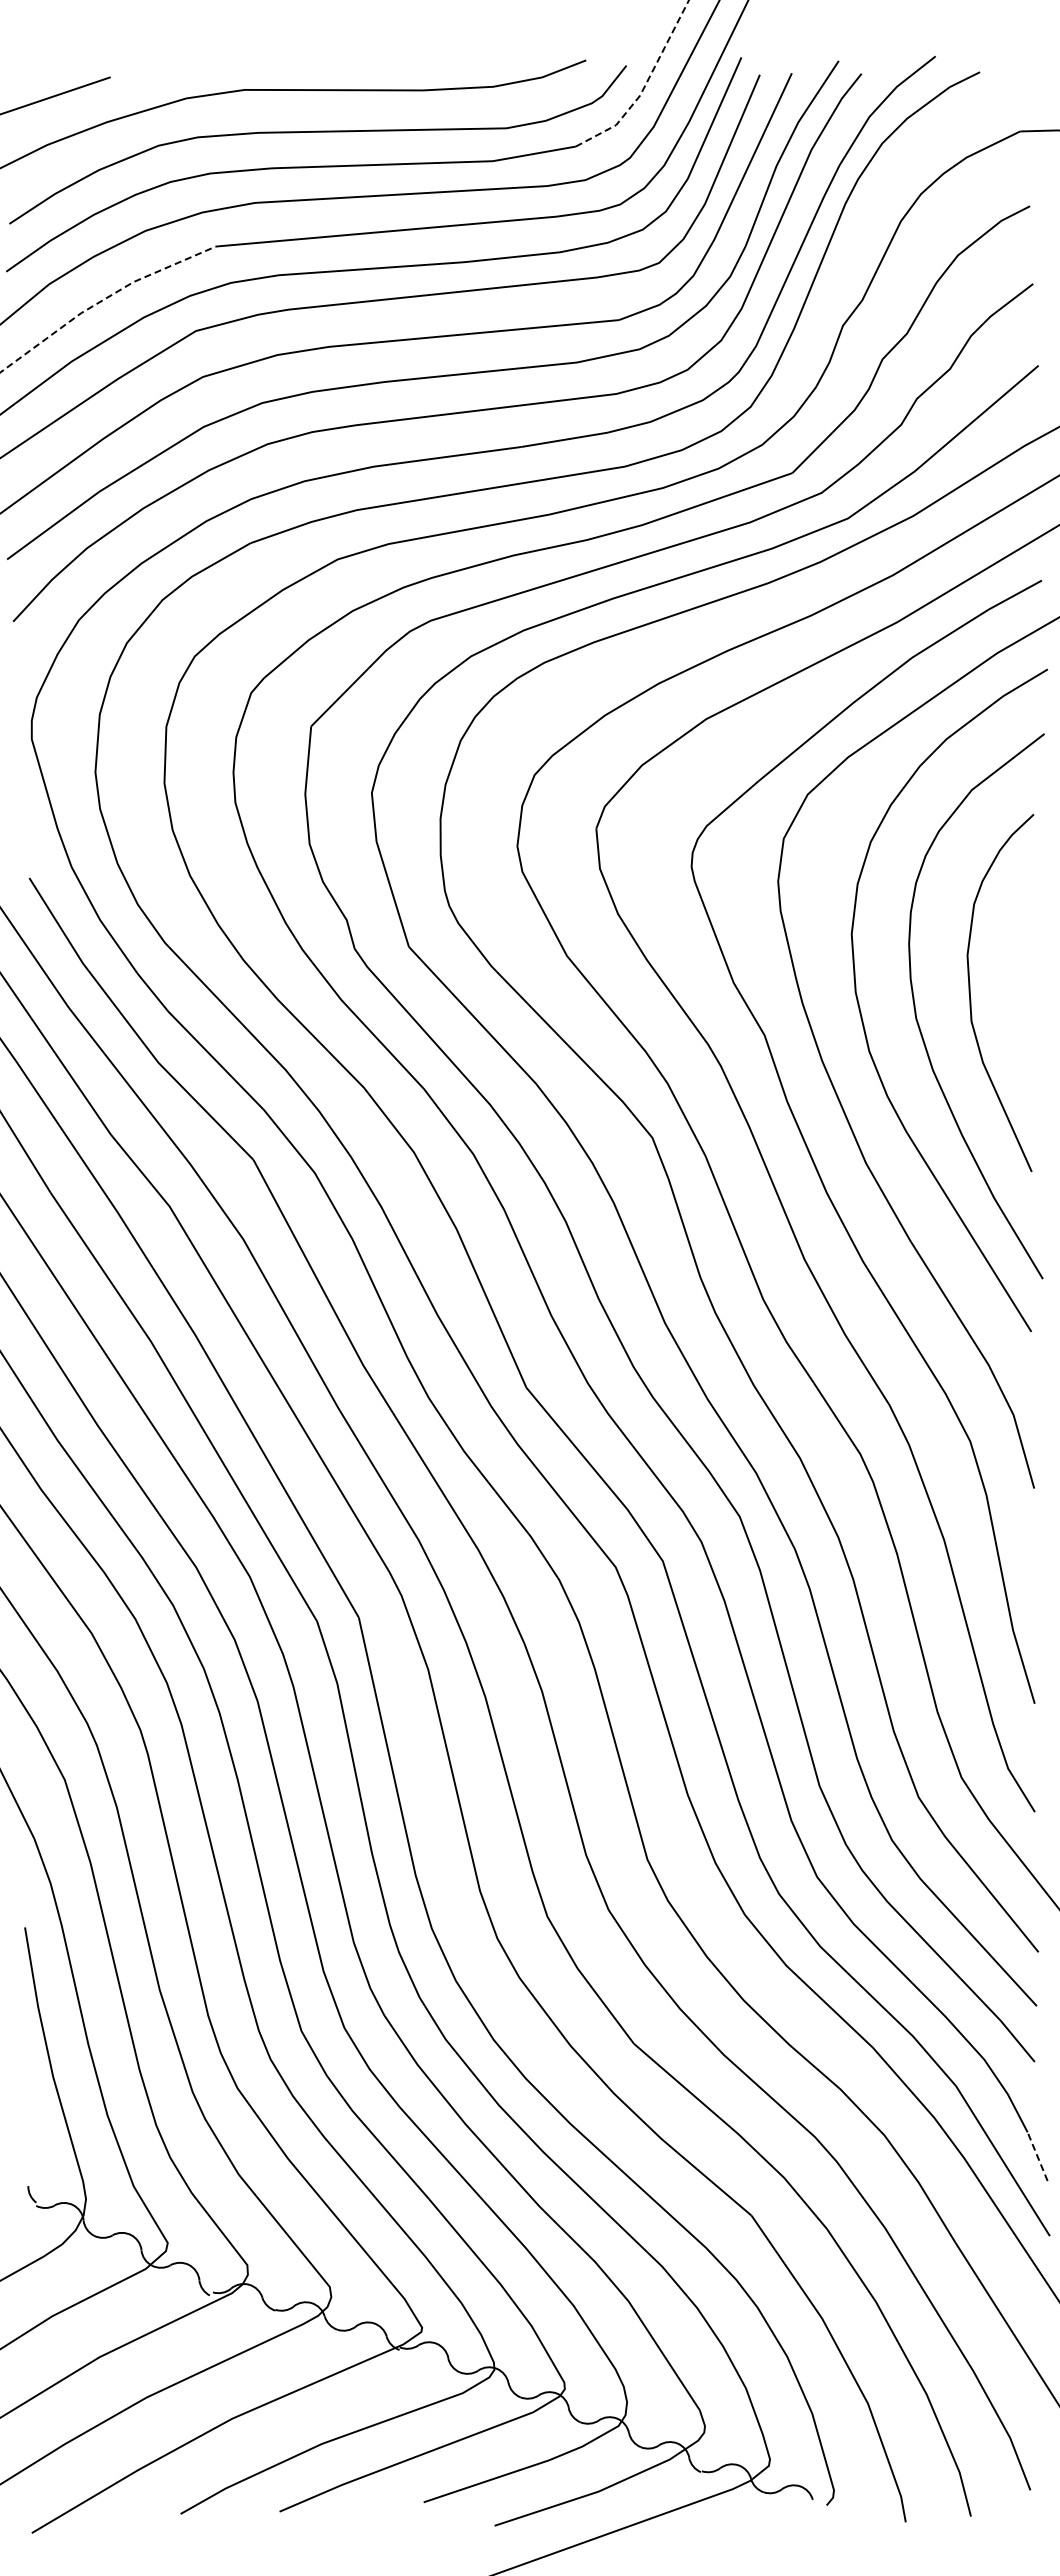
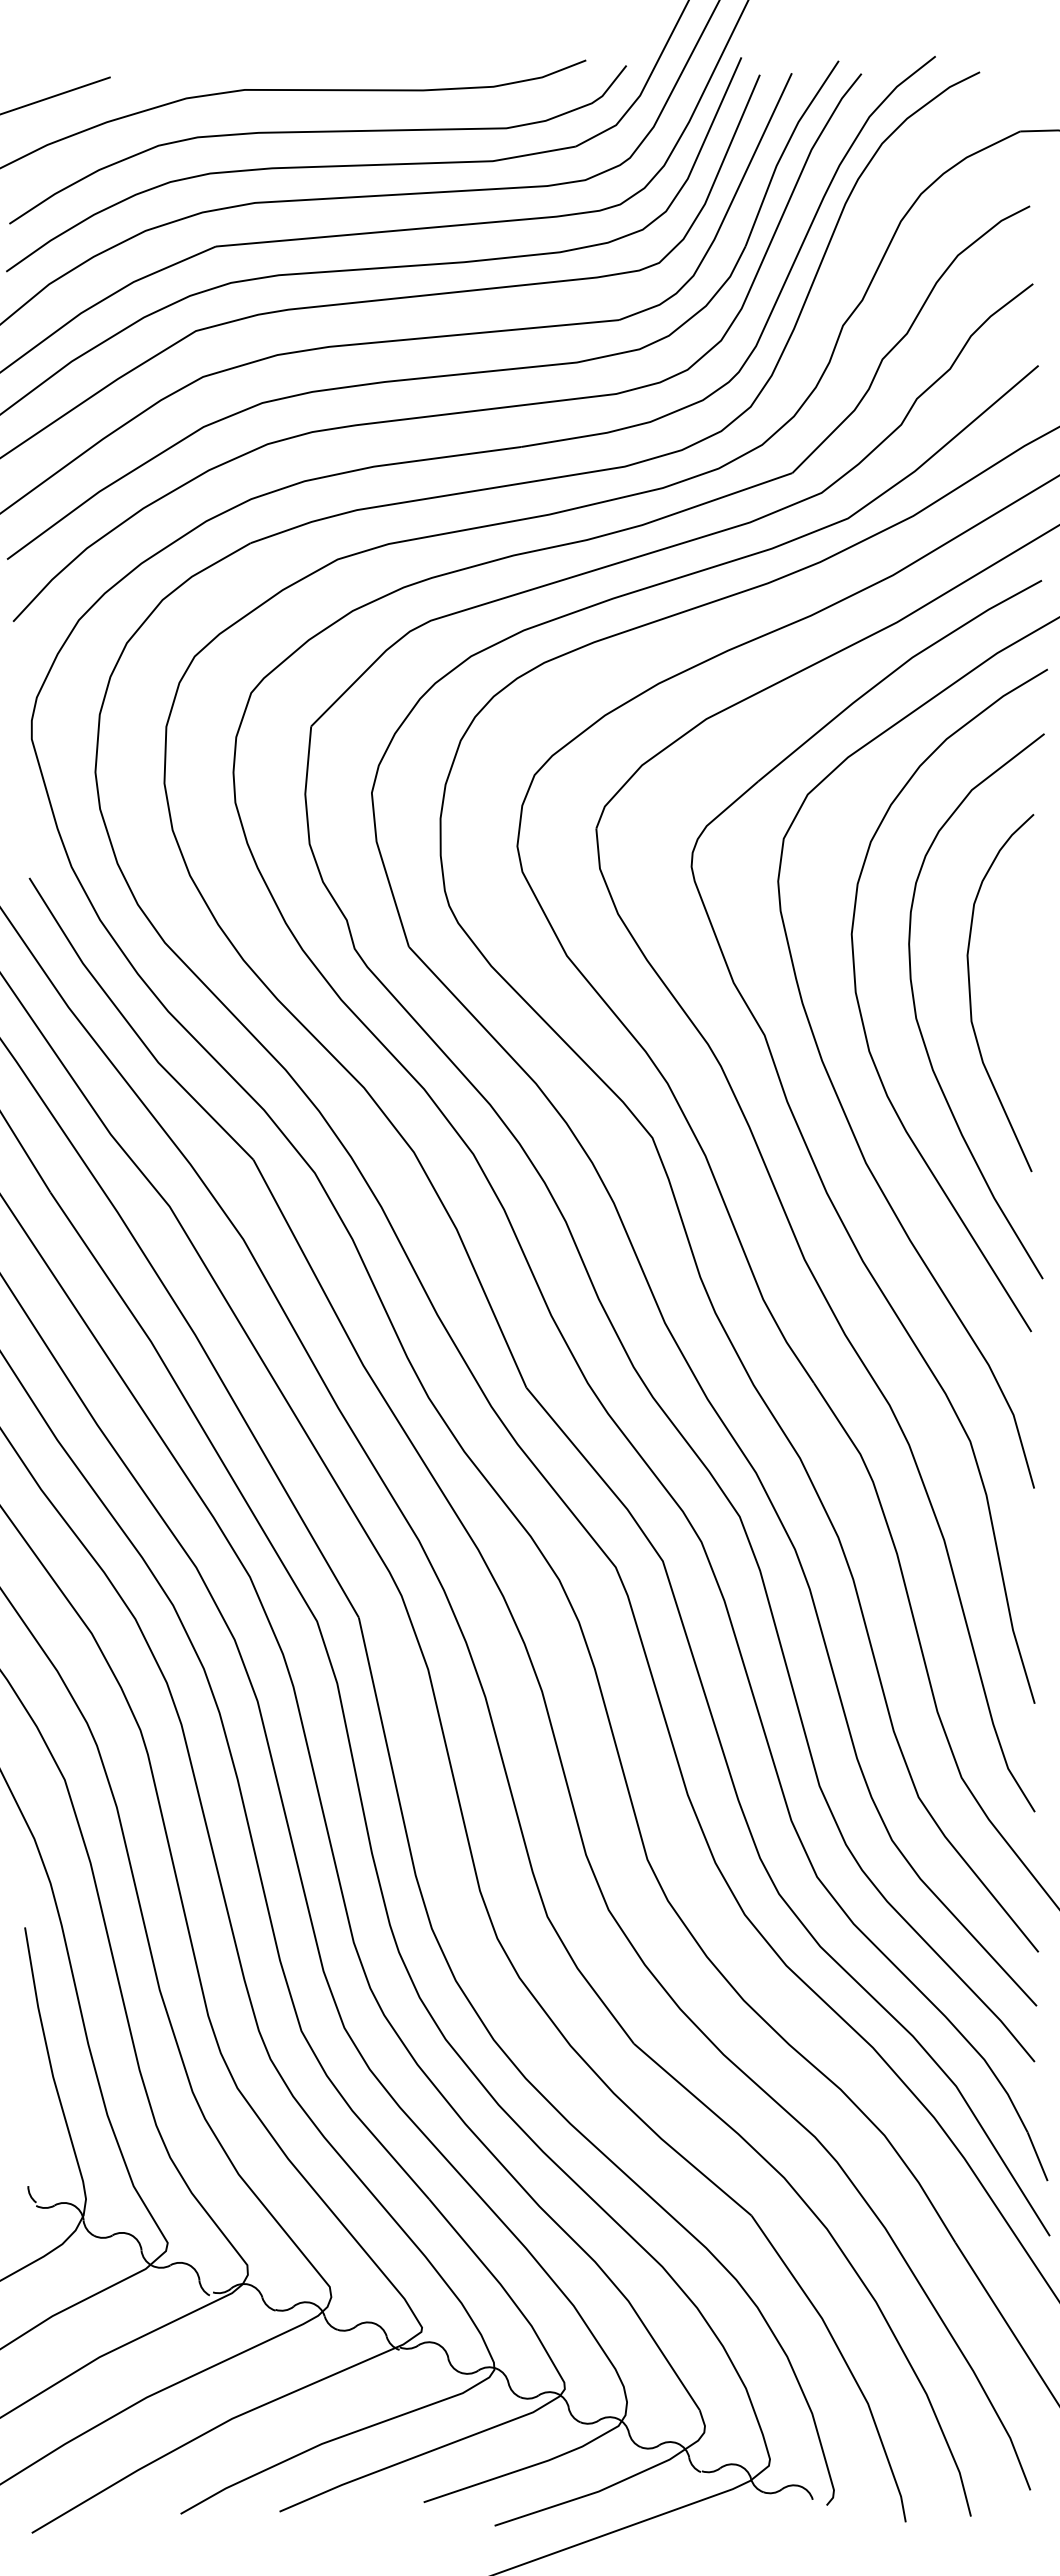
line at (645, 85): dashed -> solid
line at (103, 300): dashed -> solid
line at (1037, 2156): dashed -> solid
